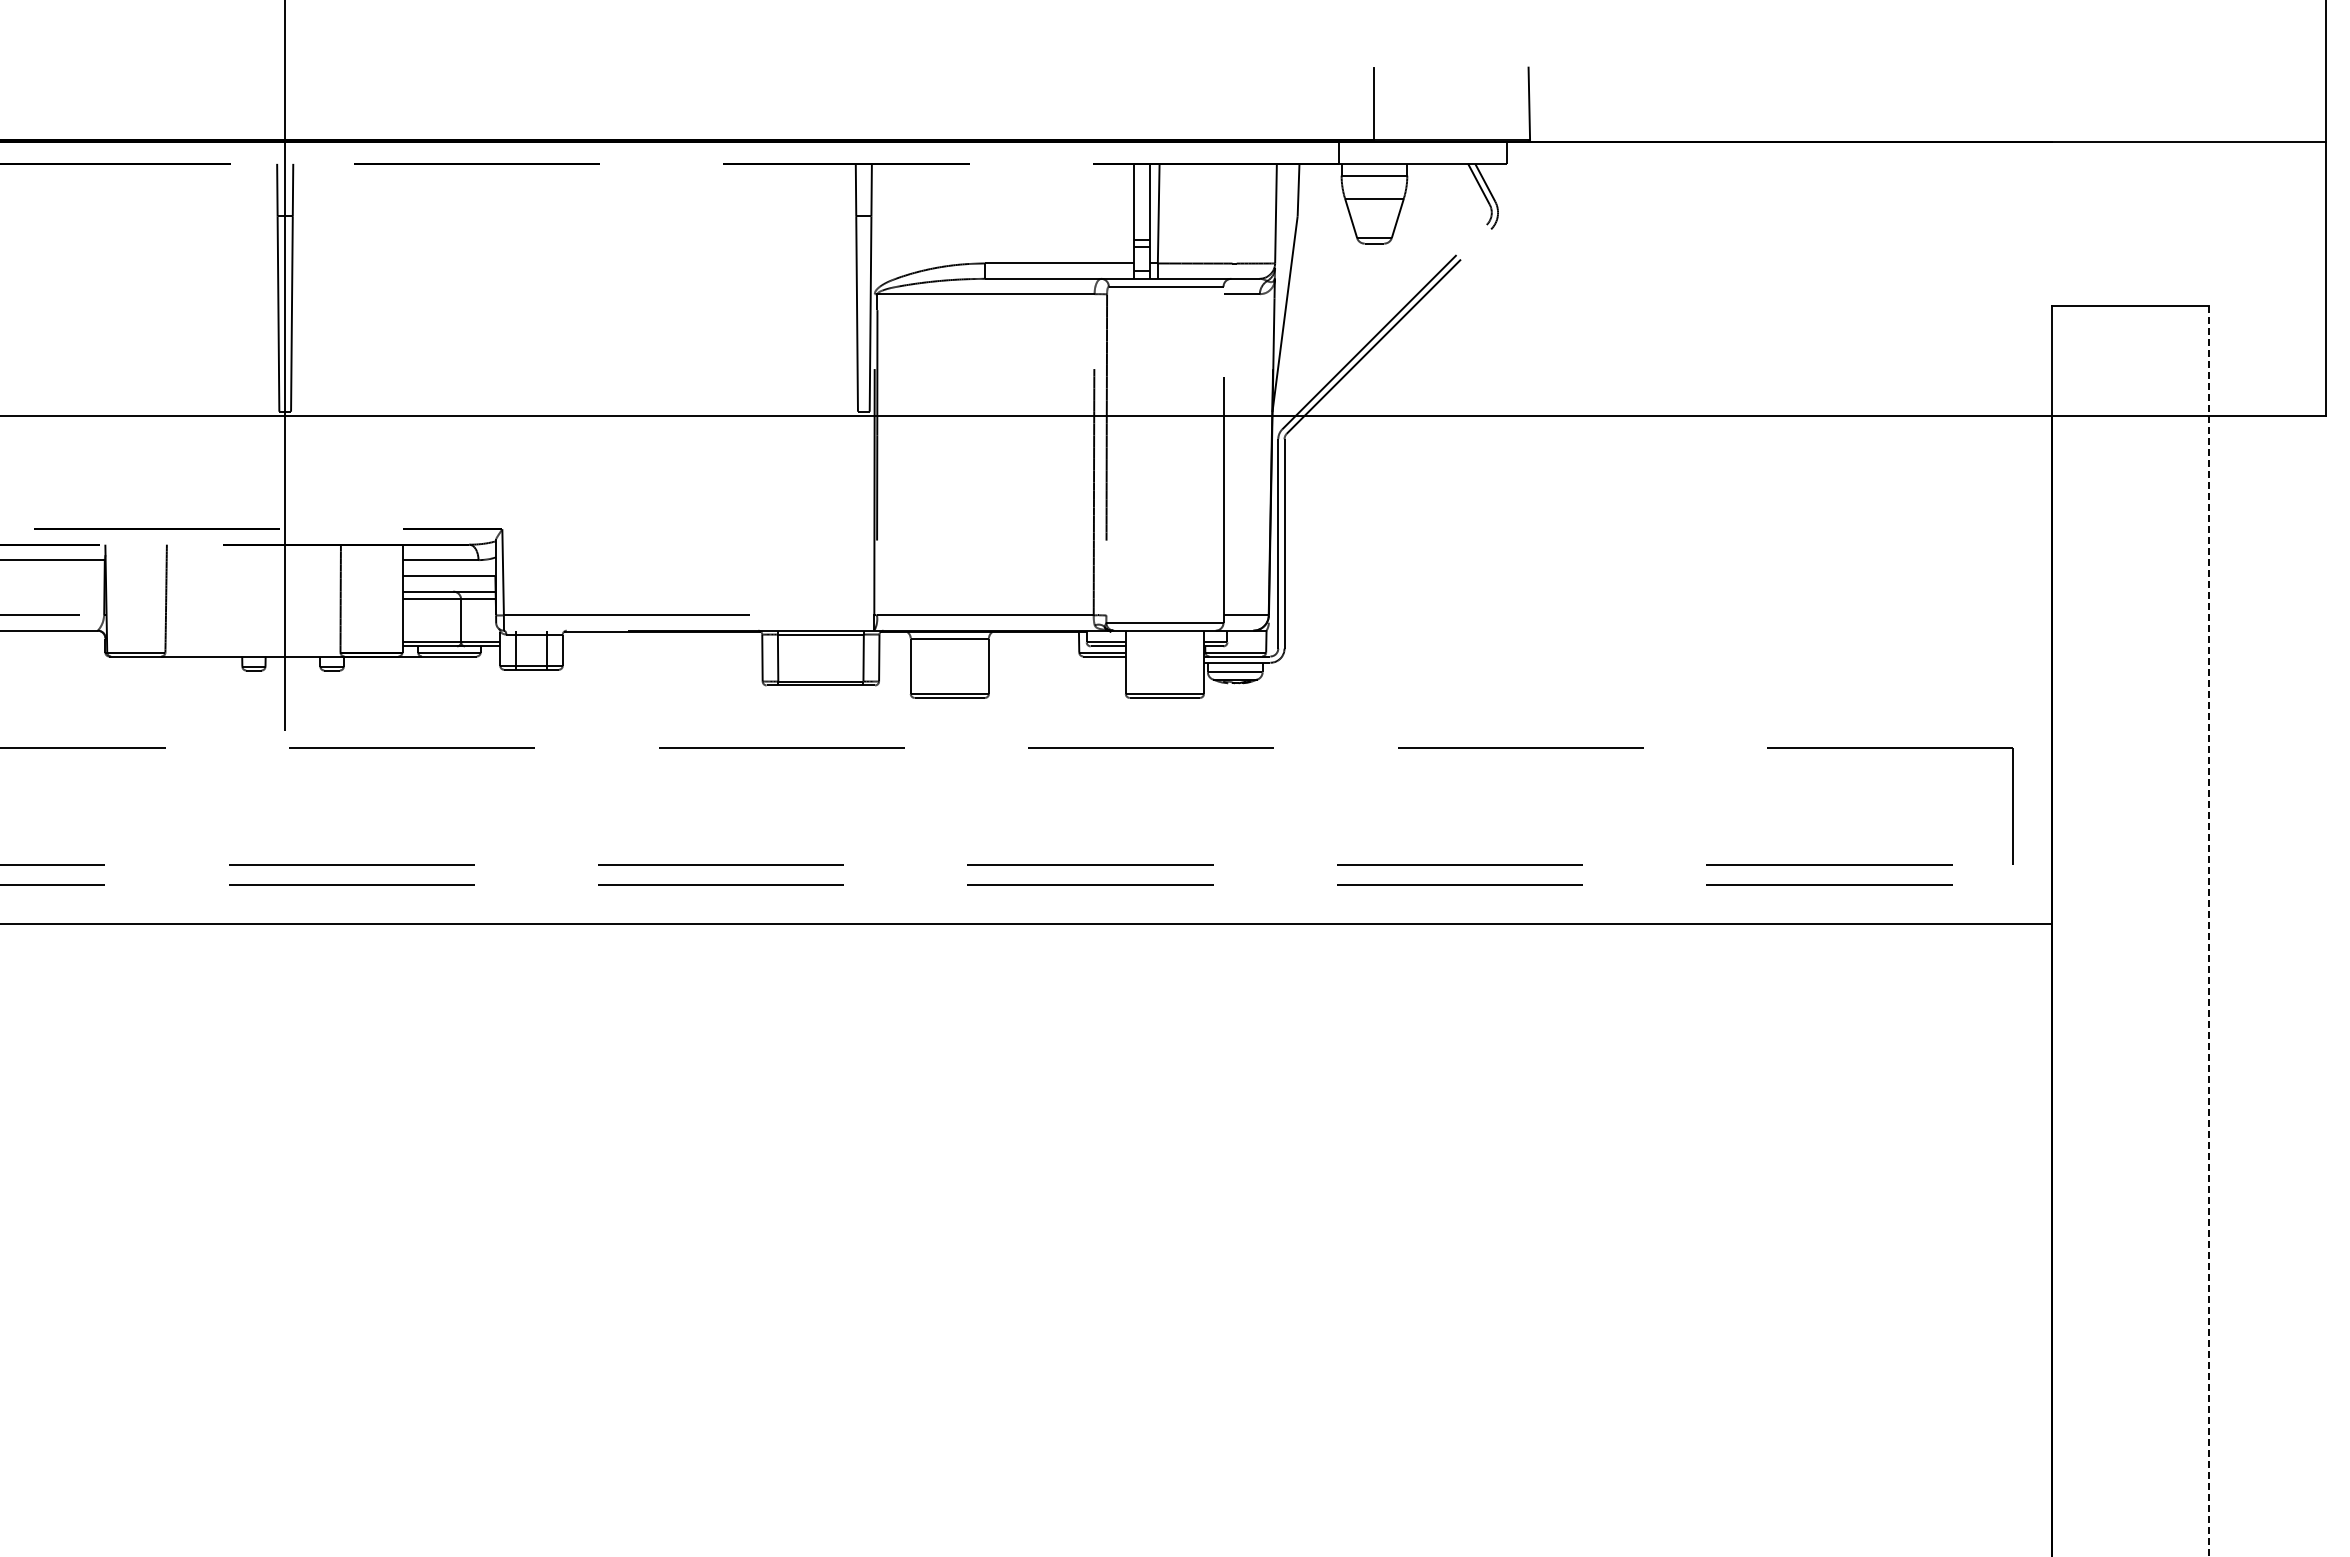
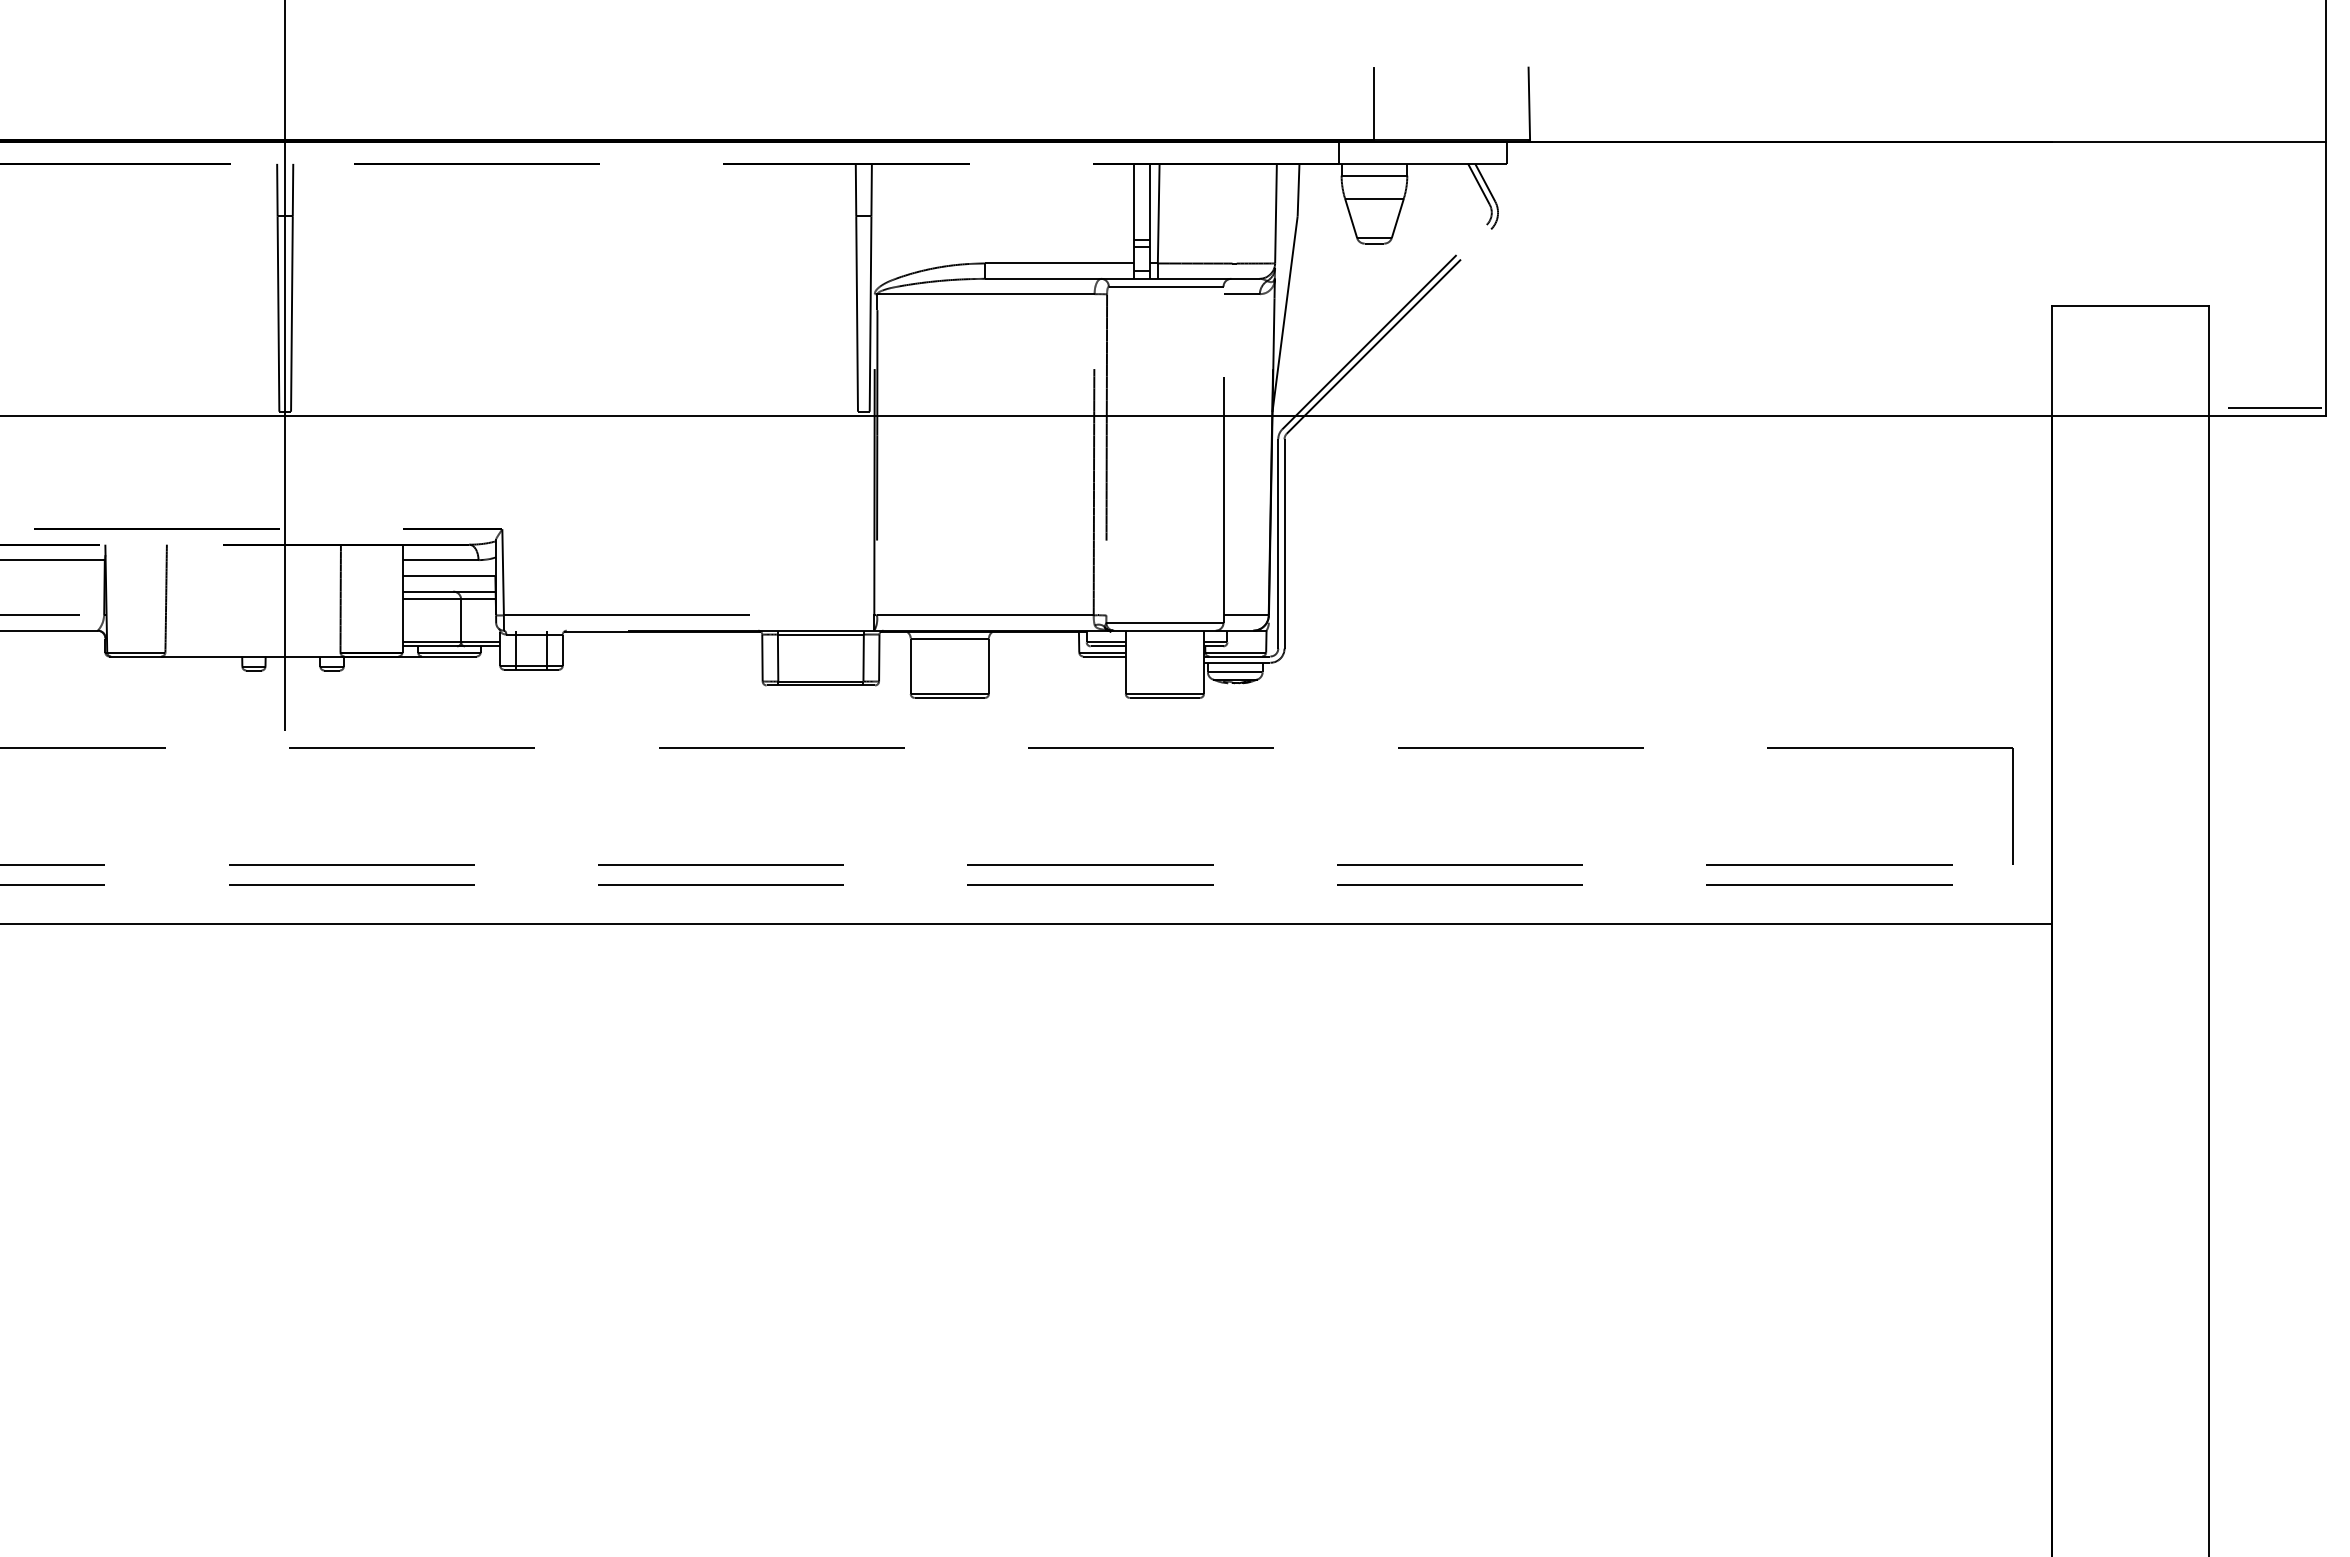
line at (2275, 407): none -> present
line at (2208, 931): dashed -> solid
